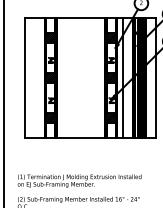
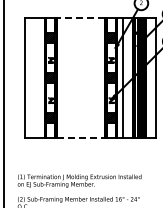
line at (80, 17): solid -> dashed
line at (81, 138): solid -> dashed
